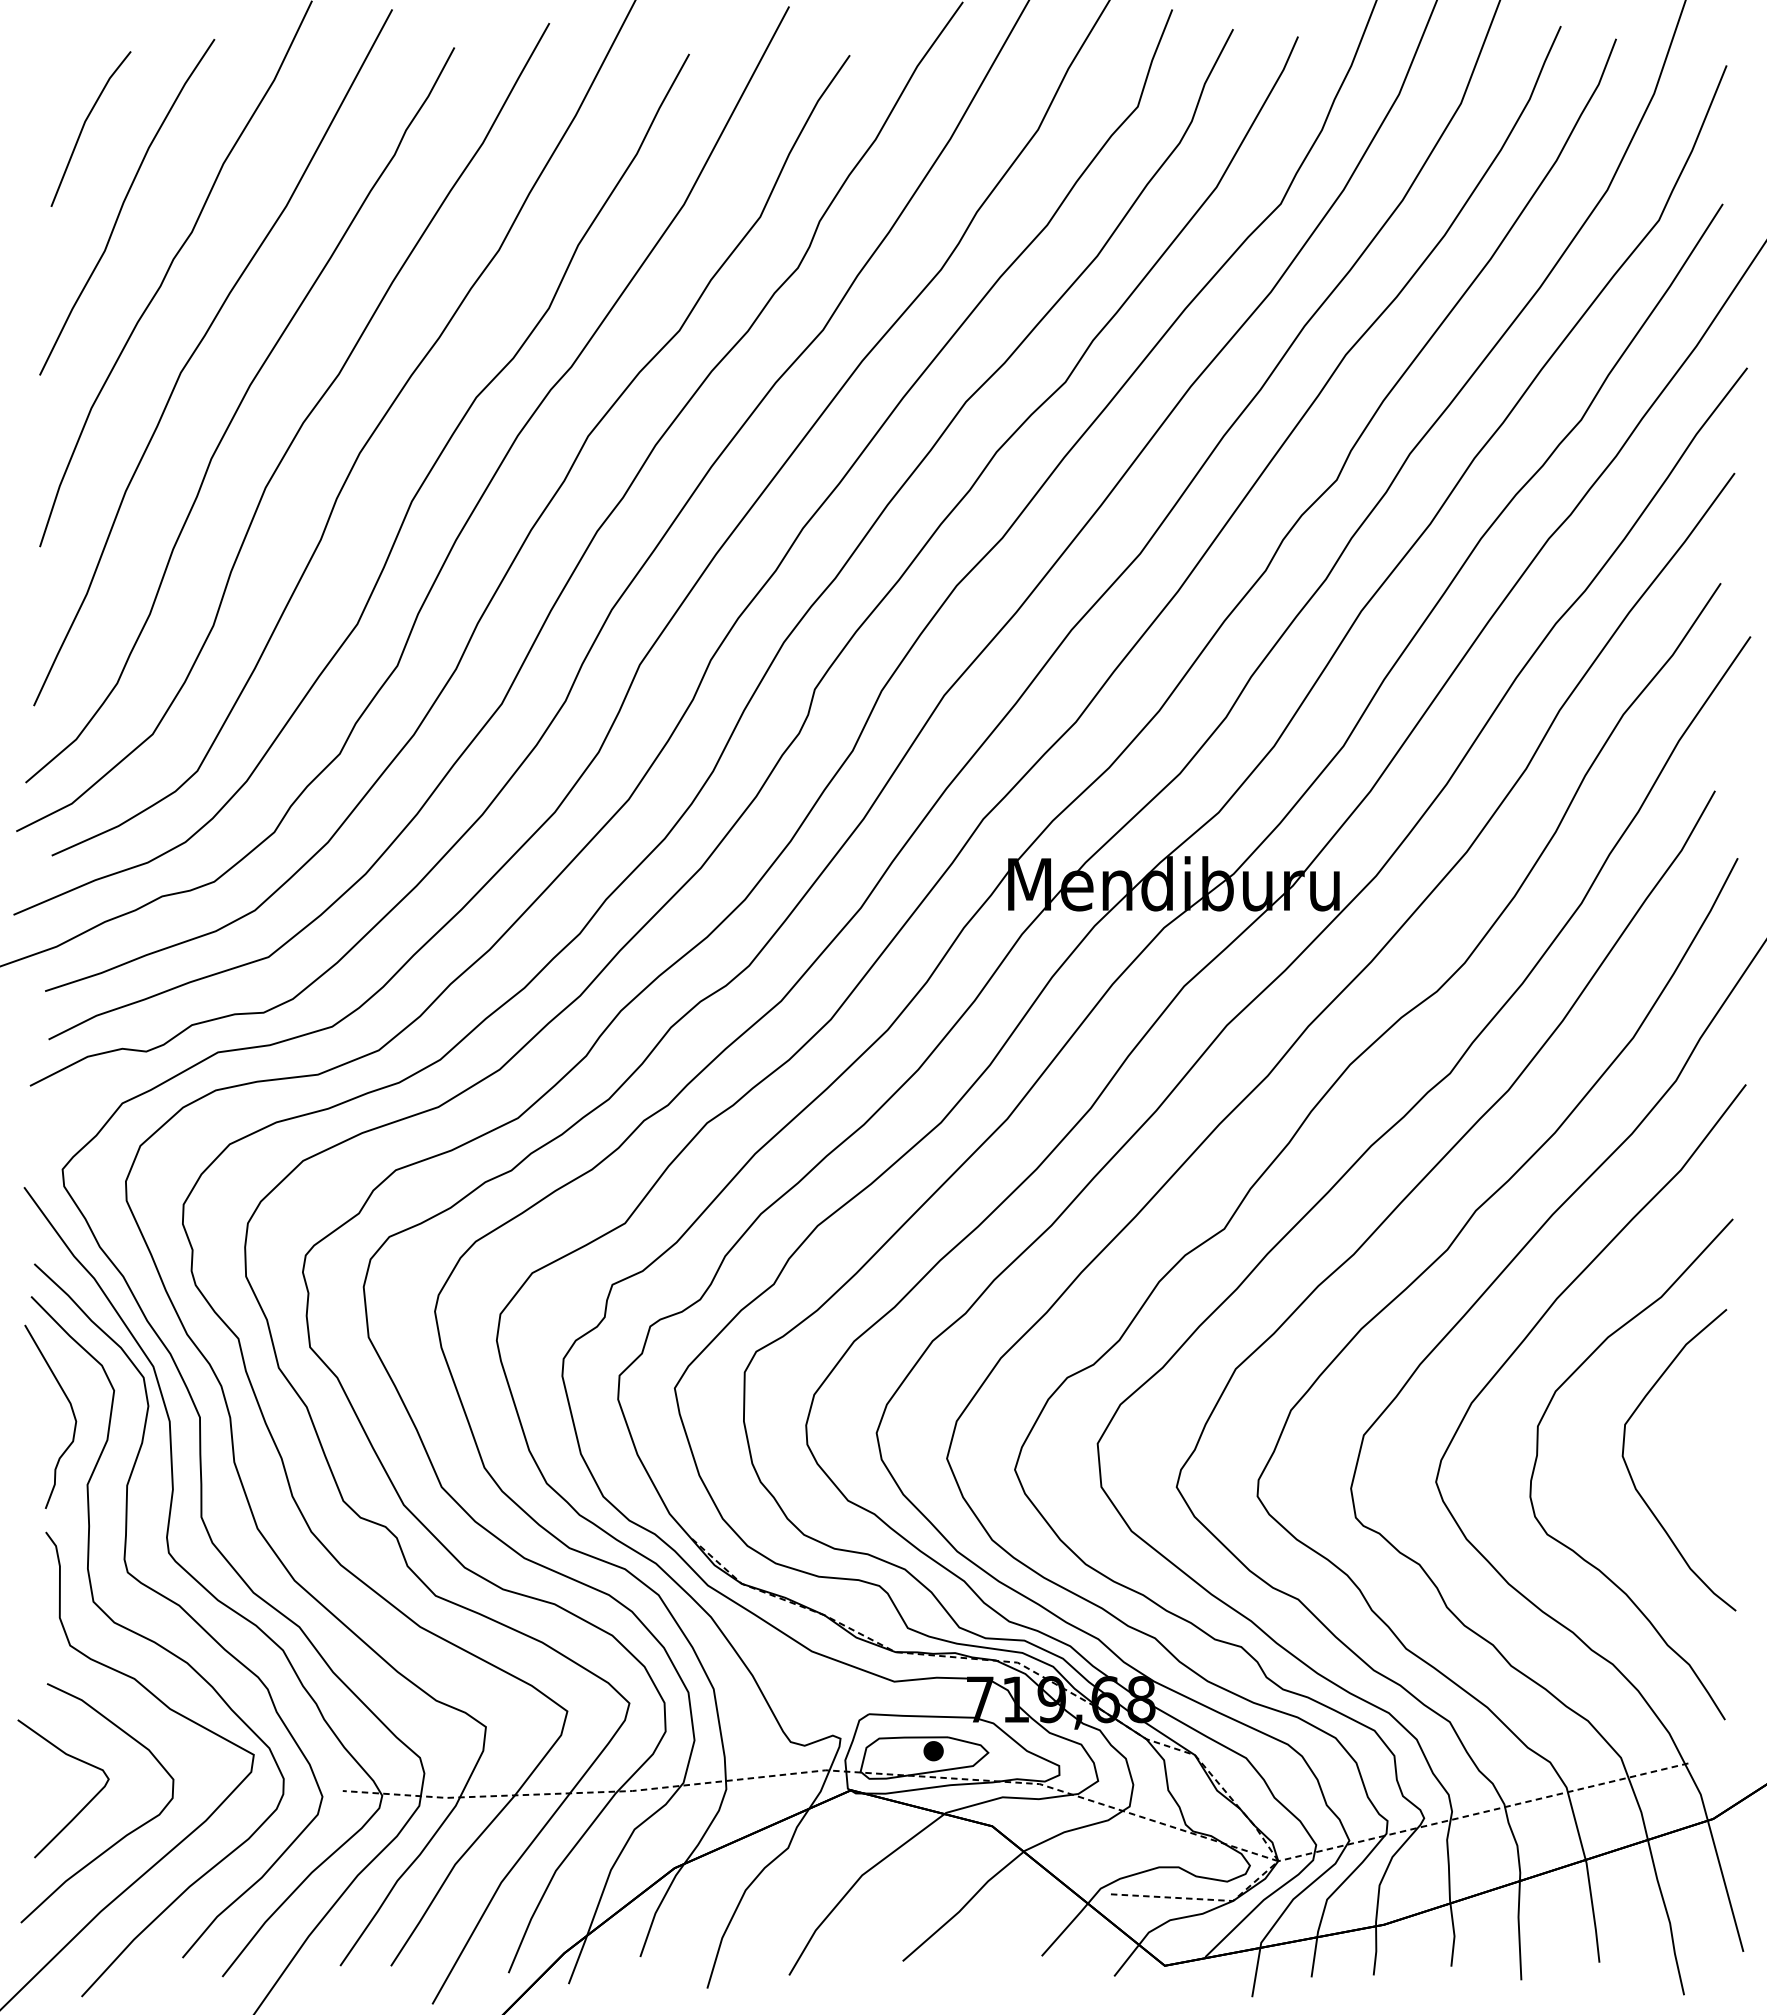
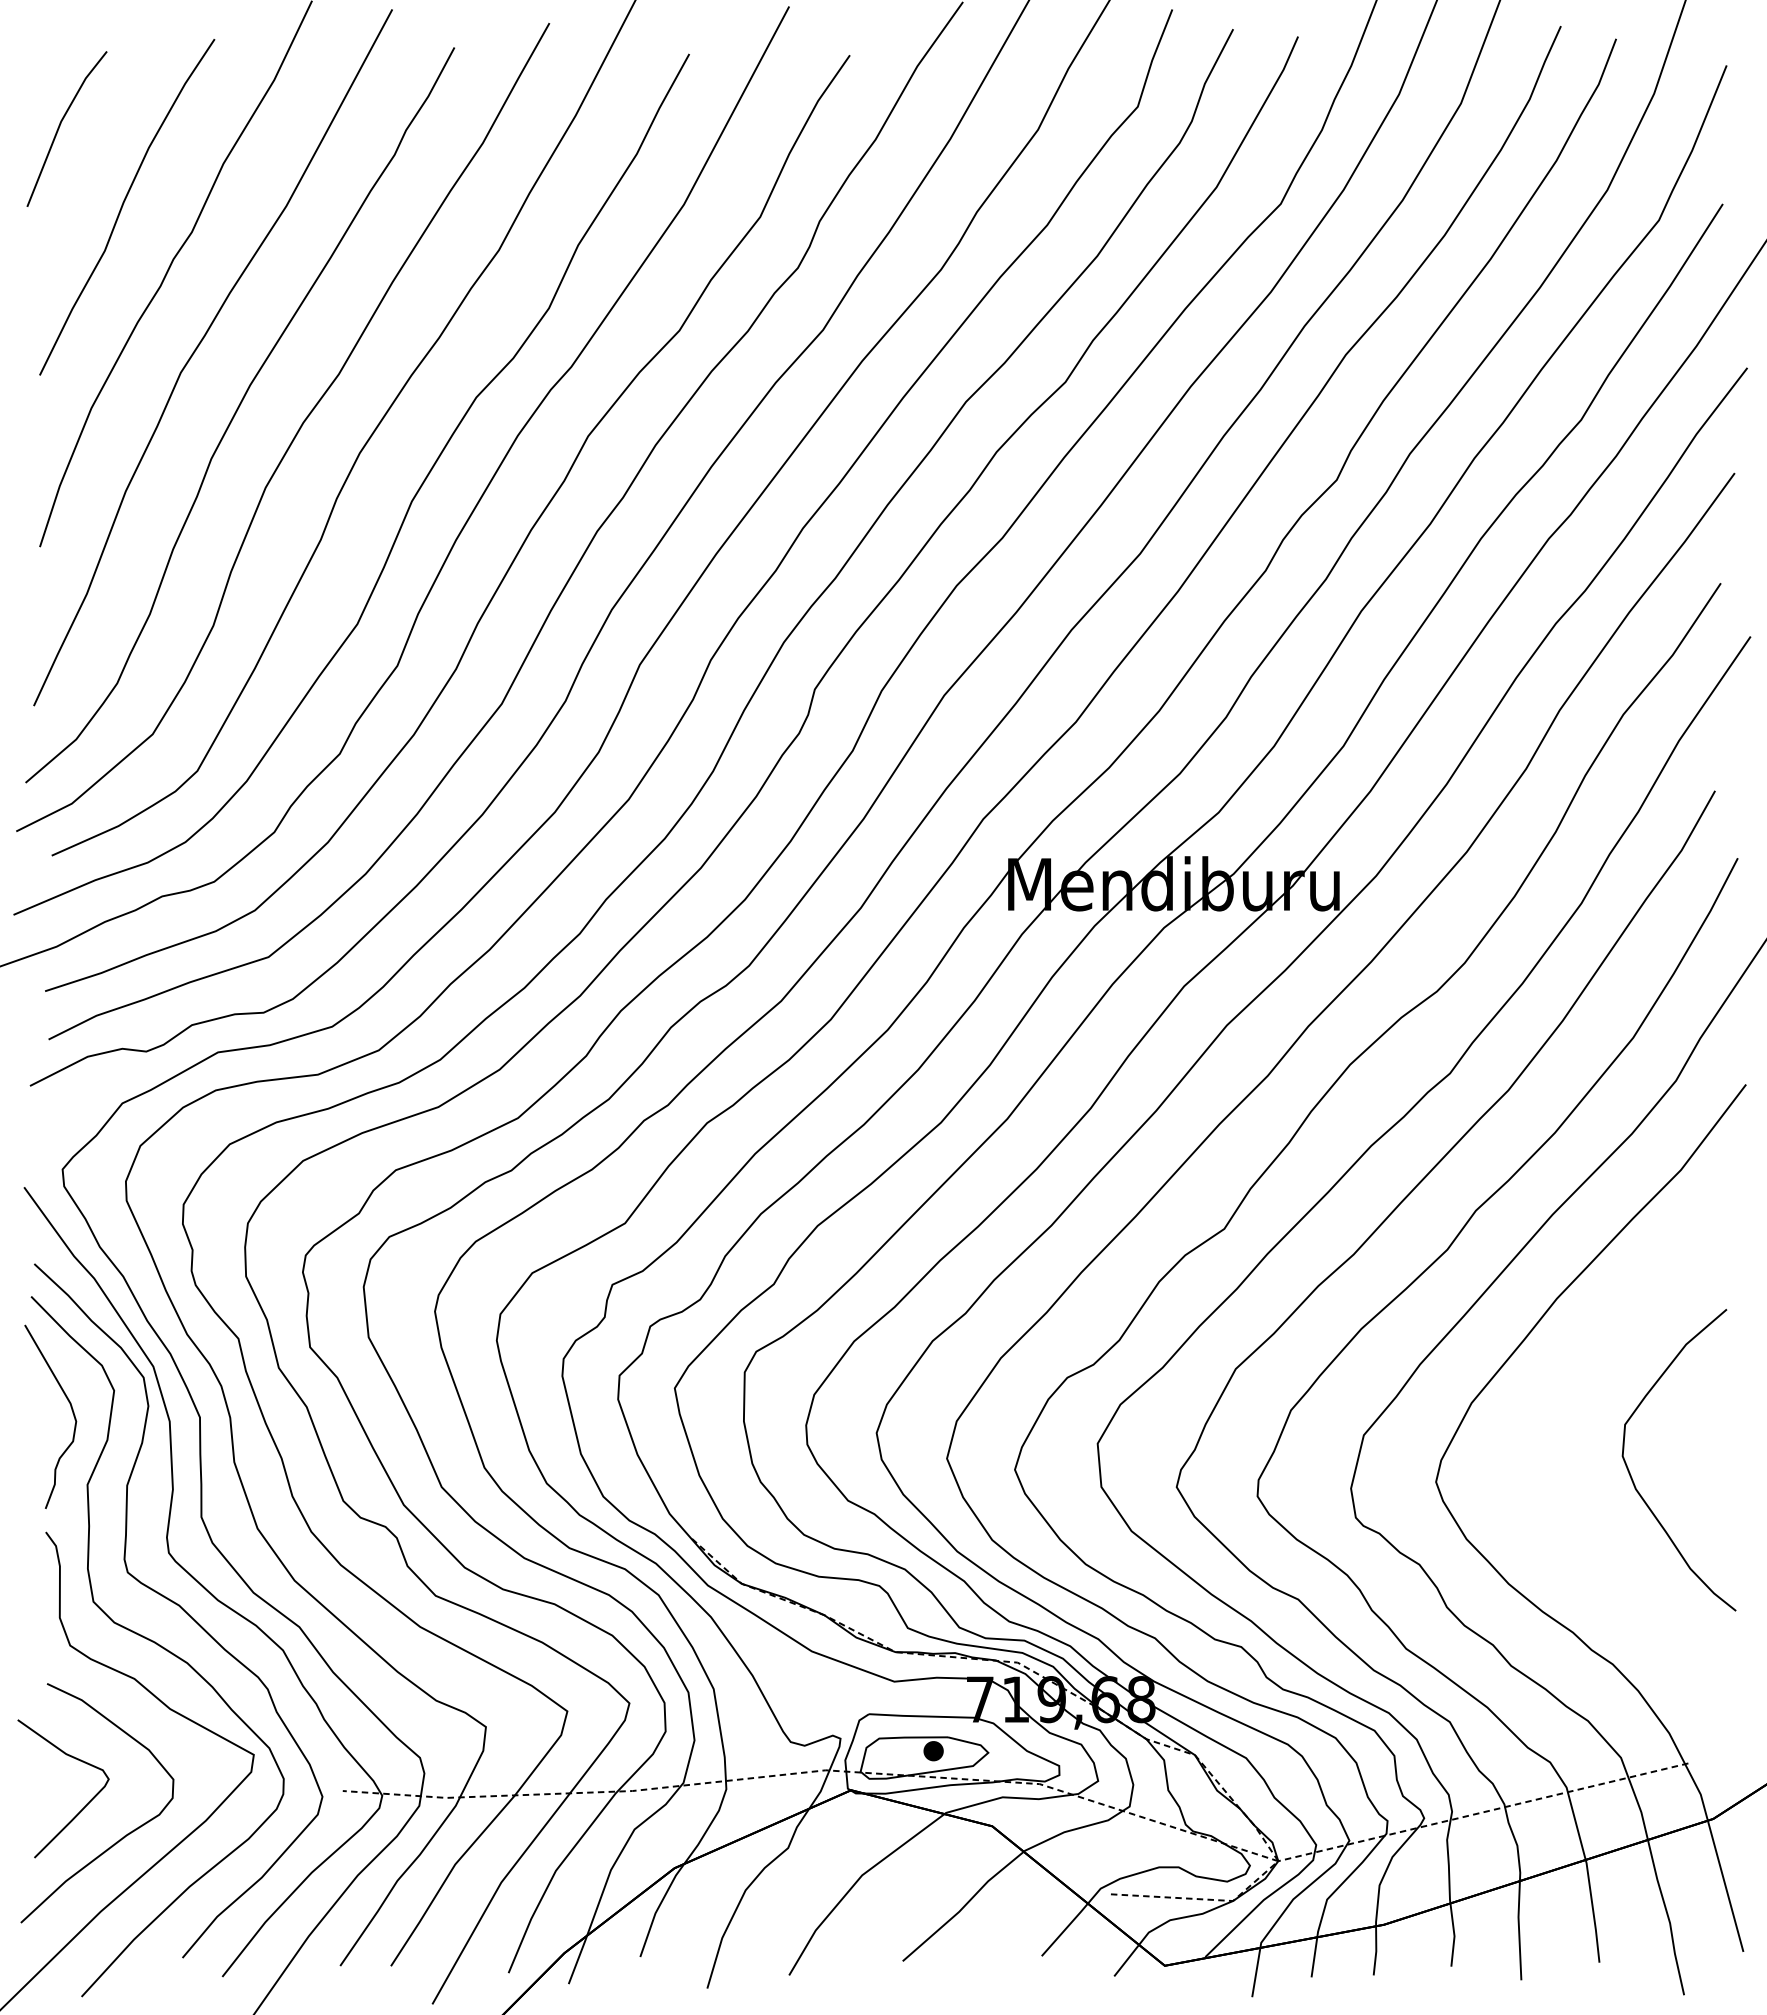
line at (84, 126) position: (84, 126) -> (60, 126)
curve at (1538, 1452): present -> none
